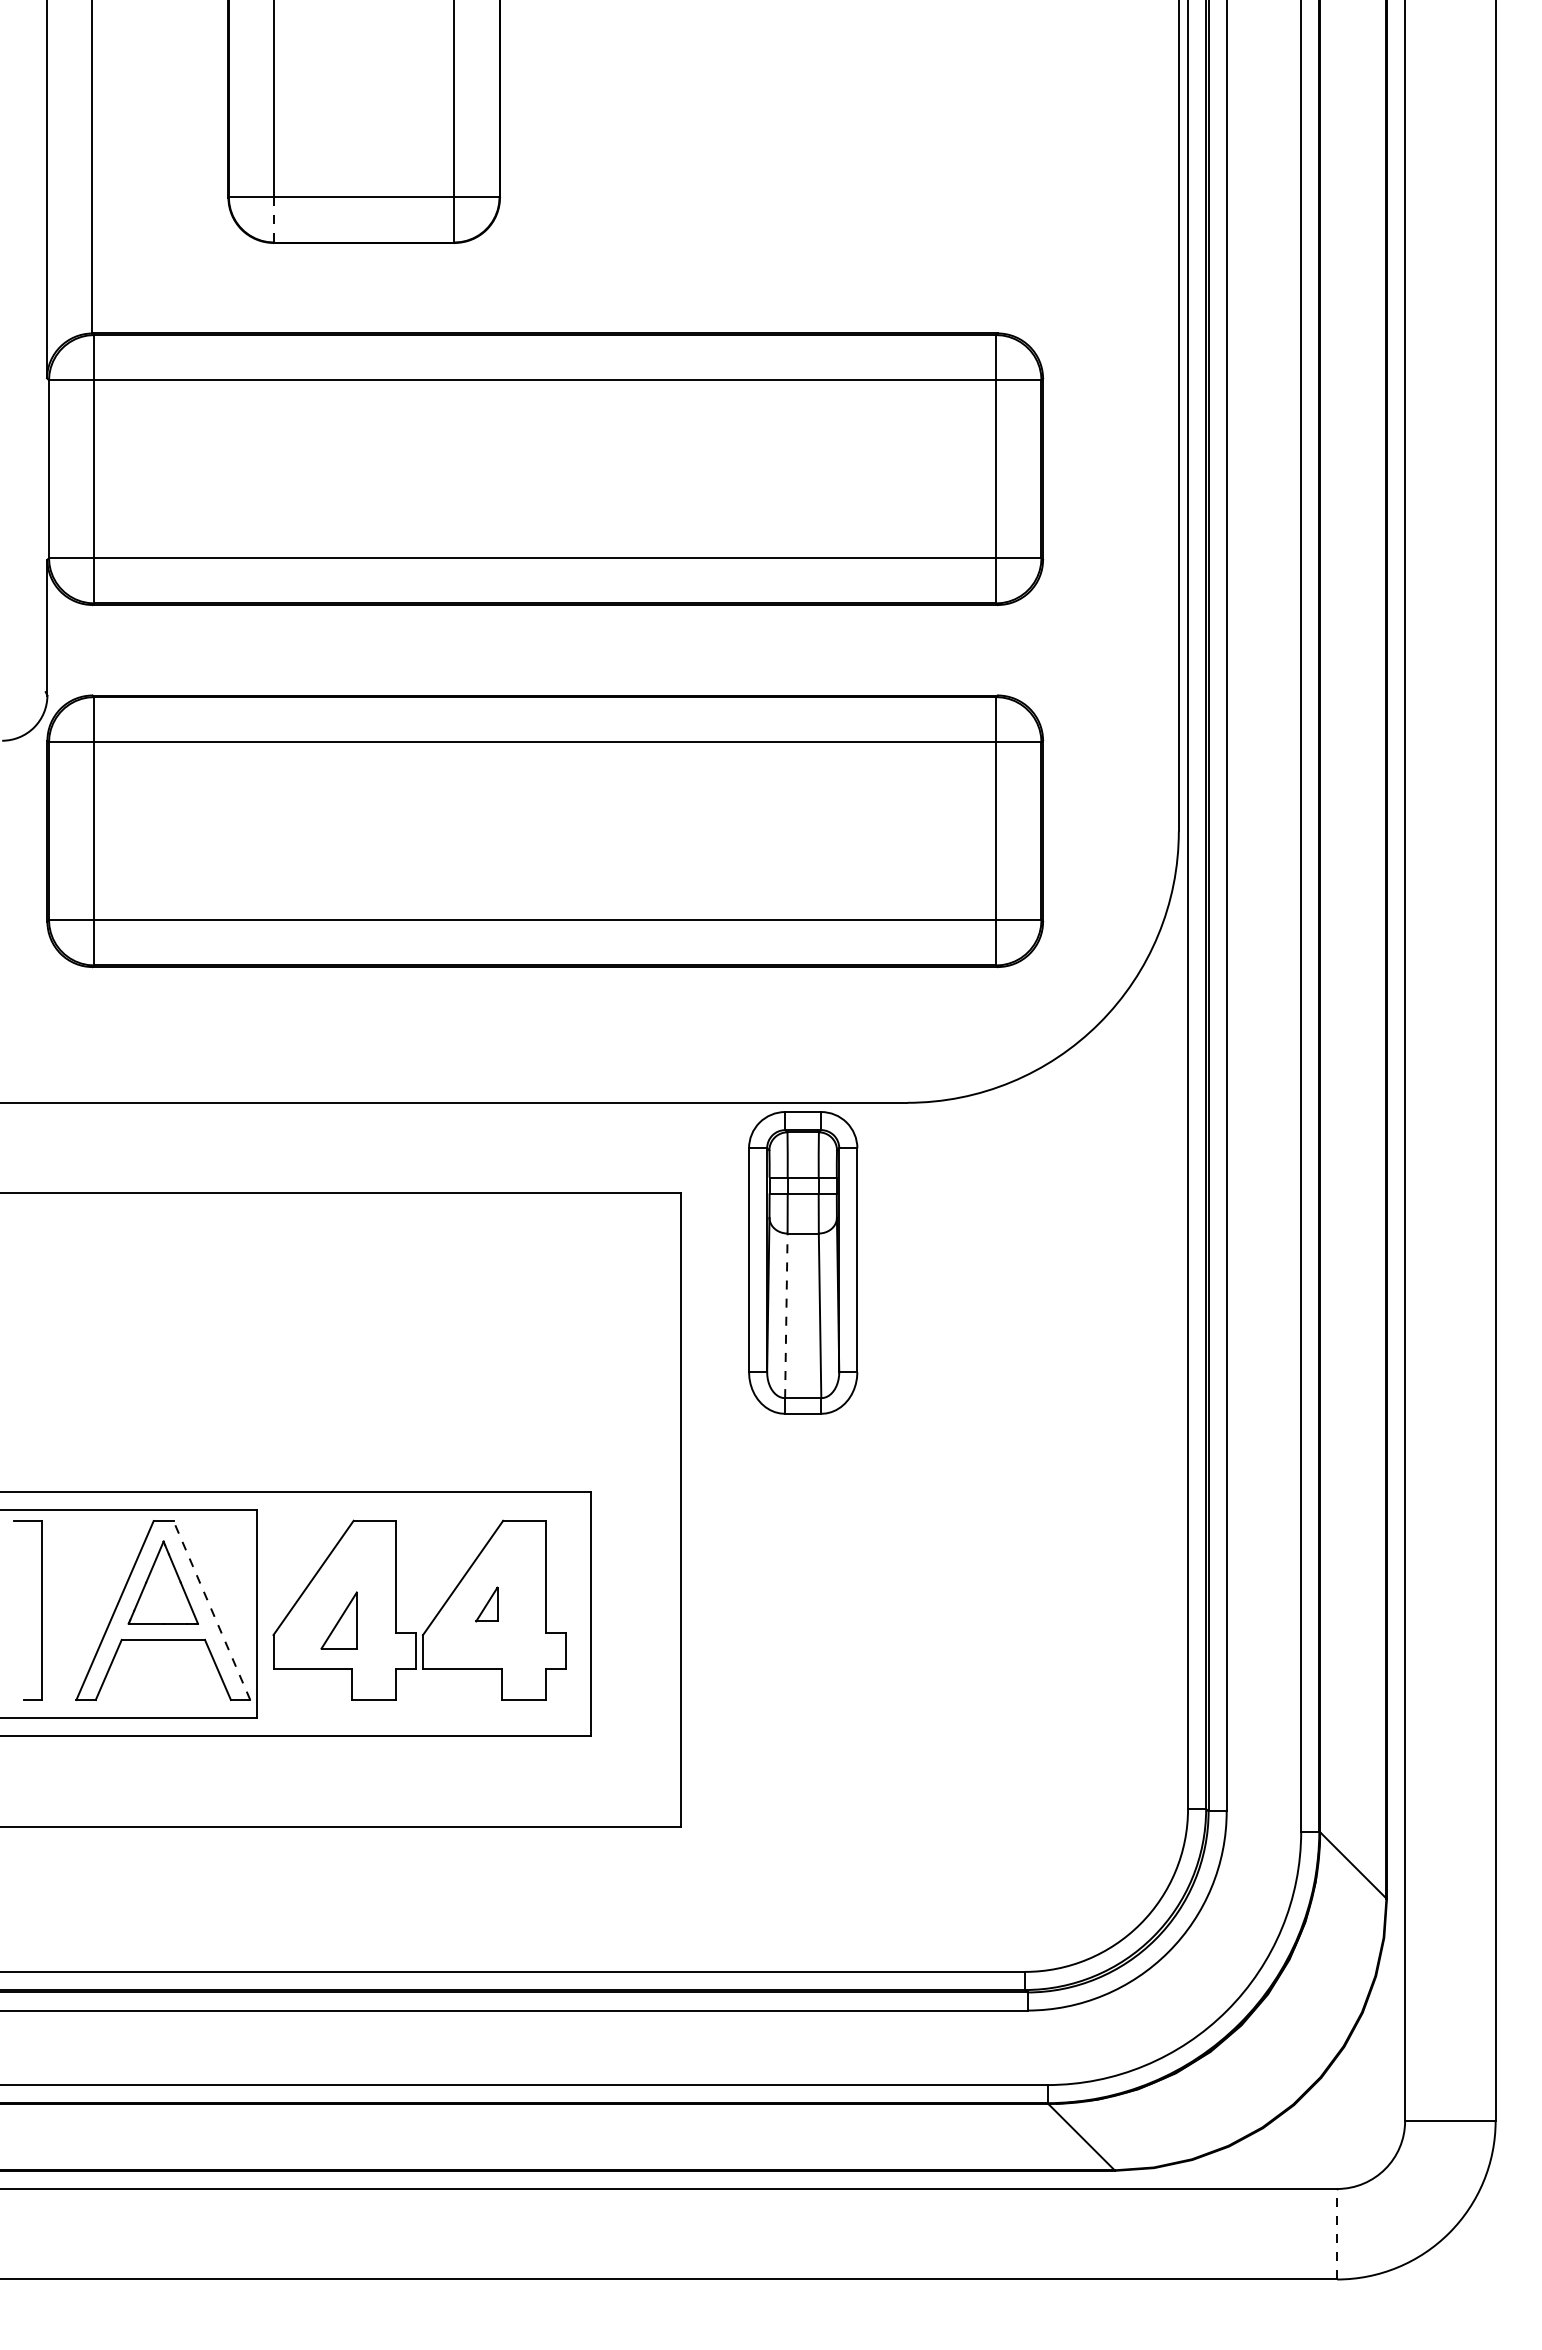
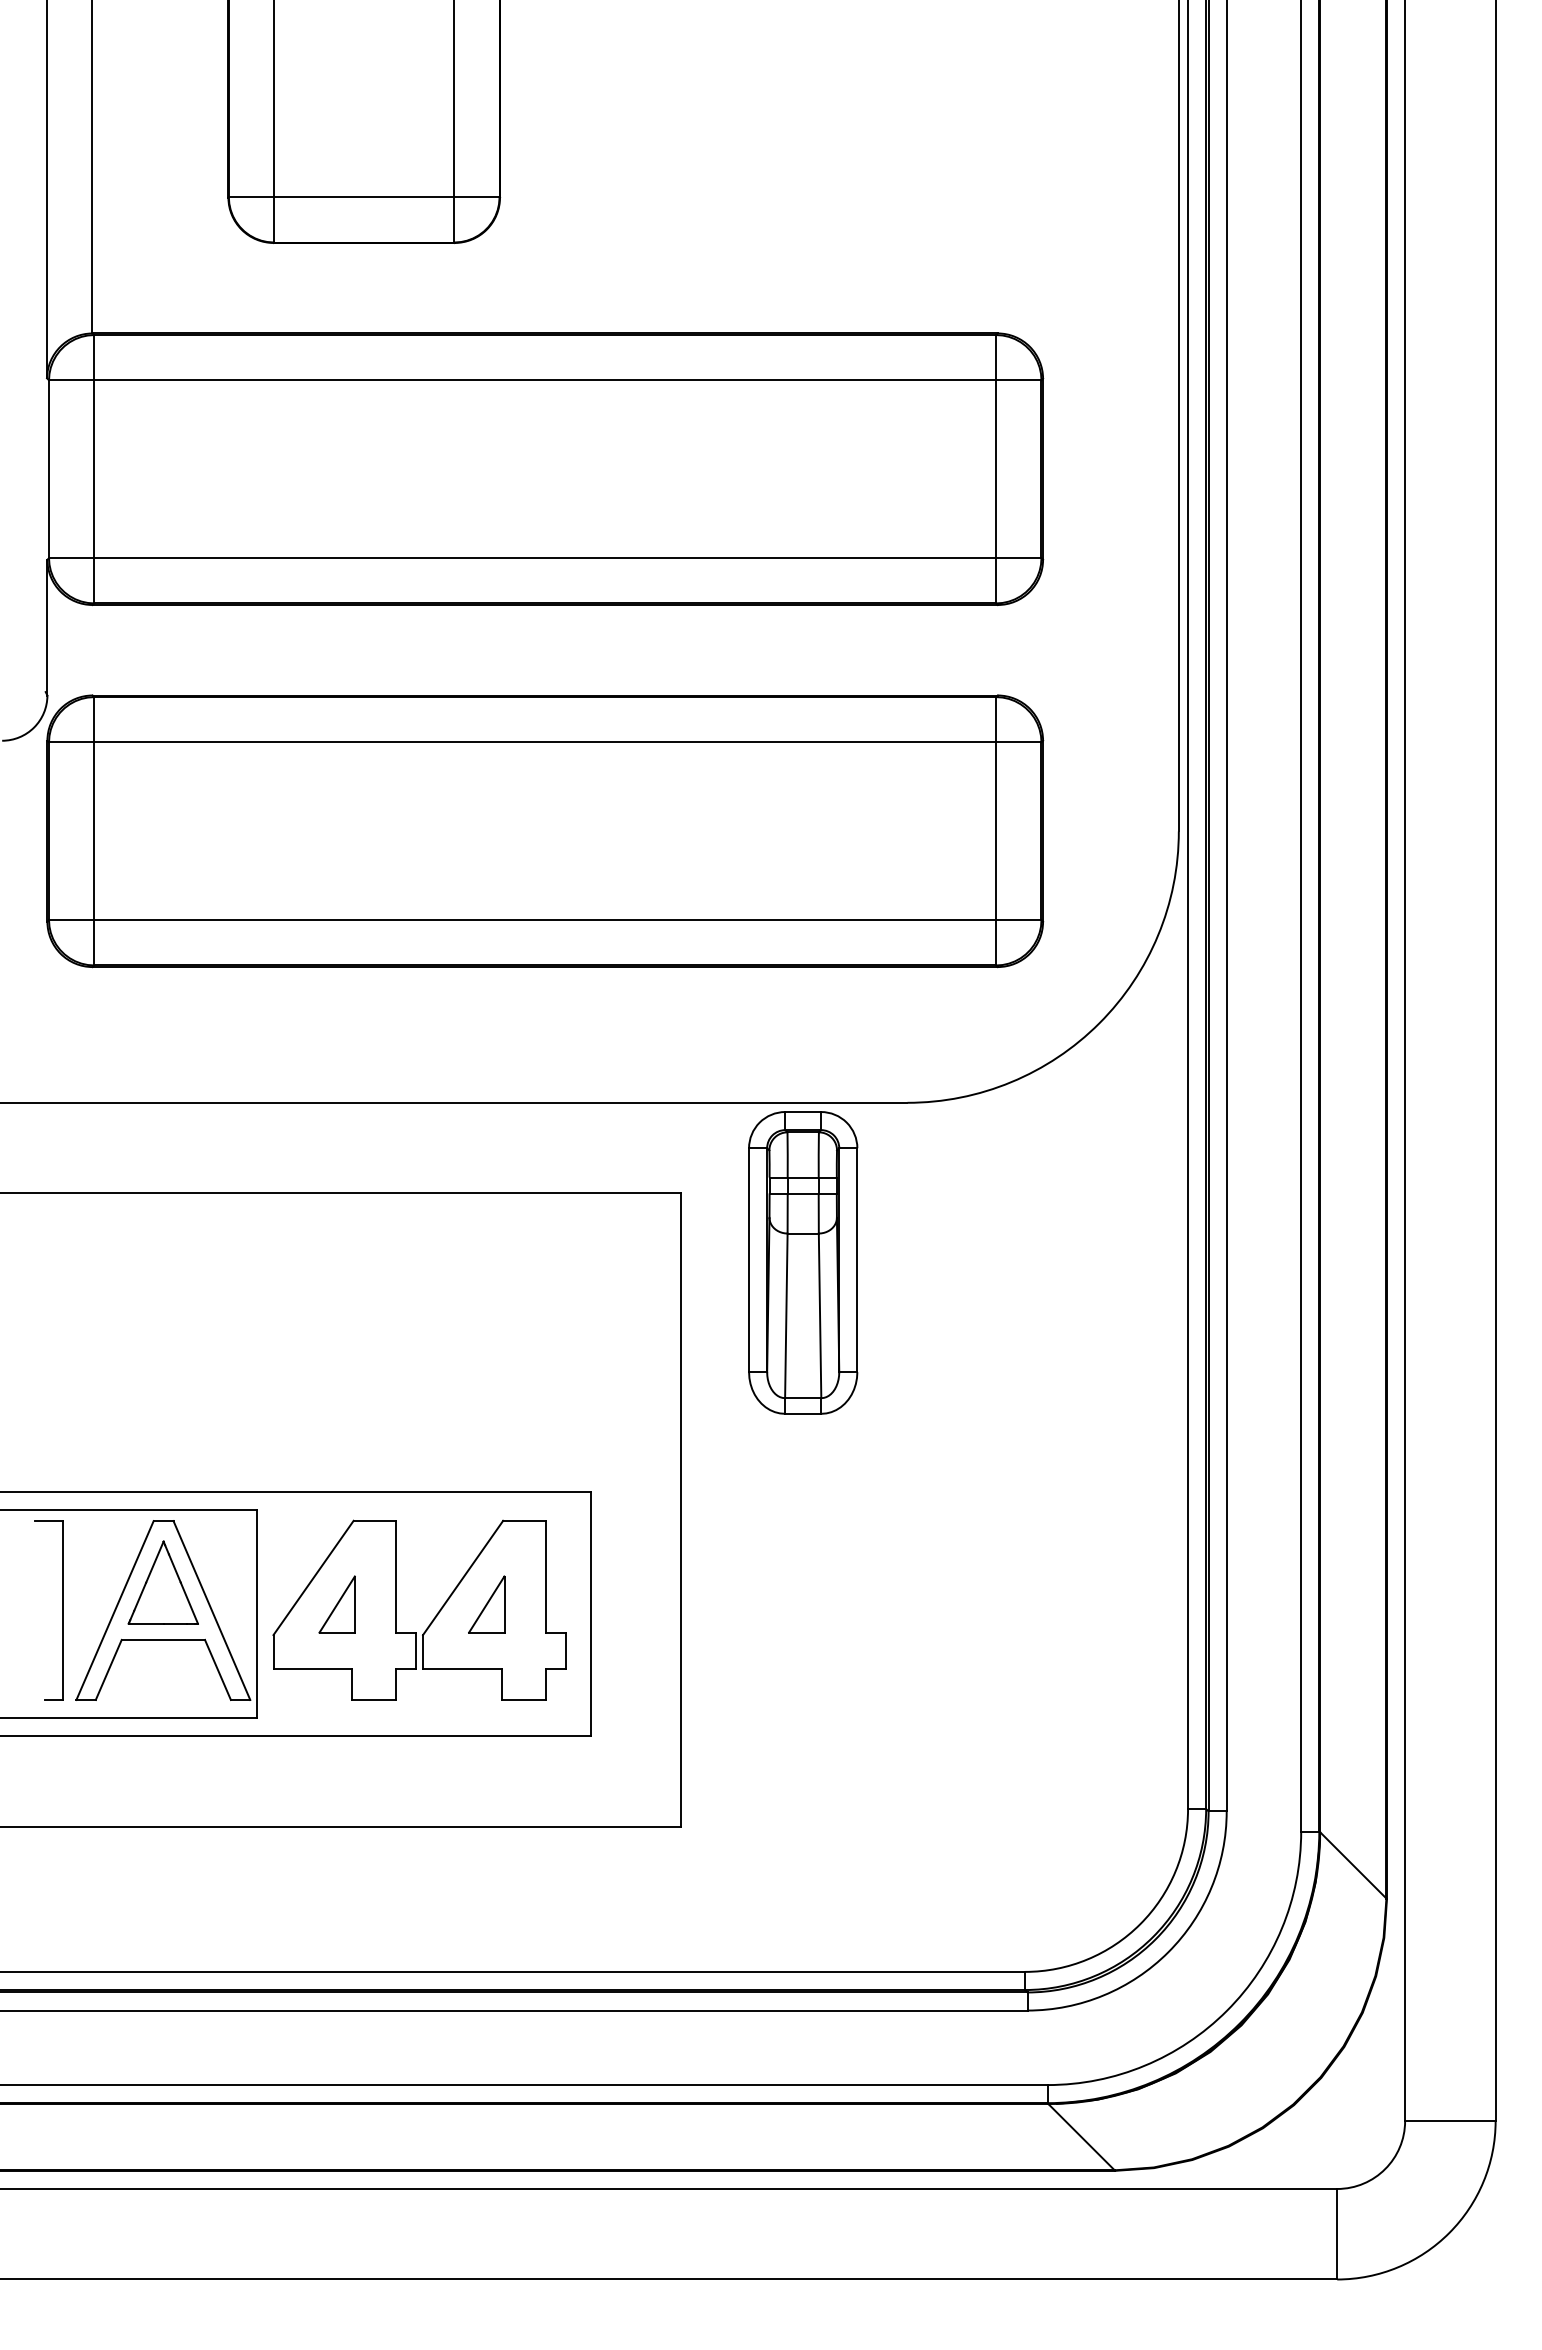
line at (274, 219): dashed -> solid
line at (786, 1315): dashed -> solid
part at (486, 1604) size: 24x37 px -> 38x59 px
part at (41, 1610) position: (41, 1610) -> (62, 1610)
line at (211, 1610): dashed -> solid
part at (338, 1620) position: (338, 1620) -> (336, 1604)
line at (1337, 2233): dashed -> solid
